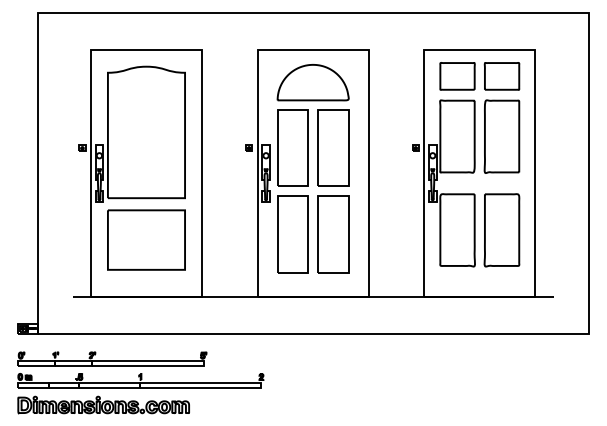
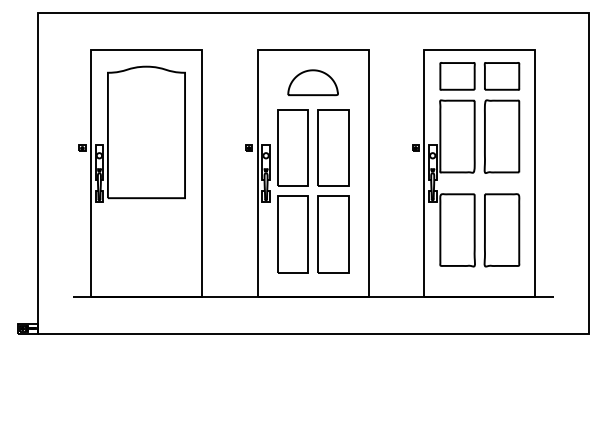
part at (312, 82) size: 74x38 px -> 52x28 px
part at (146, 239): present -> none
part at (140, 382): present -> none
